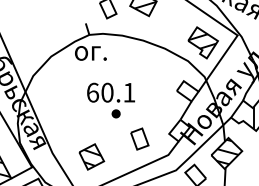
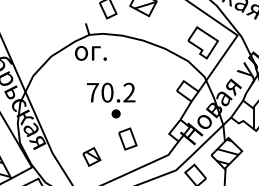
hatch at (202, 41): present -> none
text at (111, 92): 60.1 -> 70.2
part at (139, 138) position: (139, 138) -> (127, 138)
part at (91, 156) size: 28x28 px -> 20x20 px
